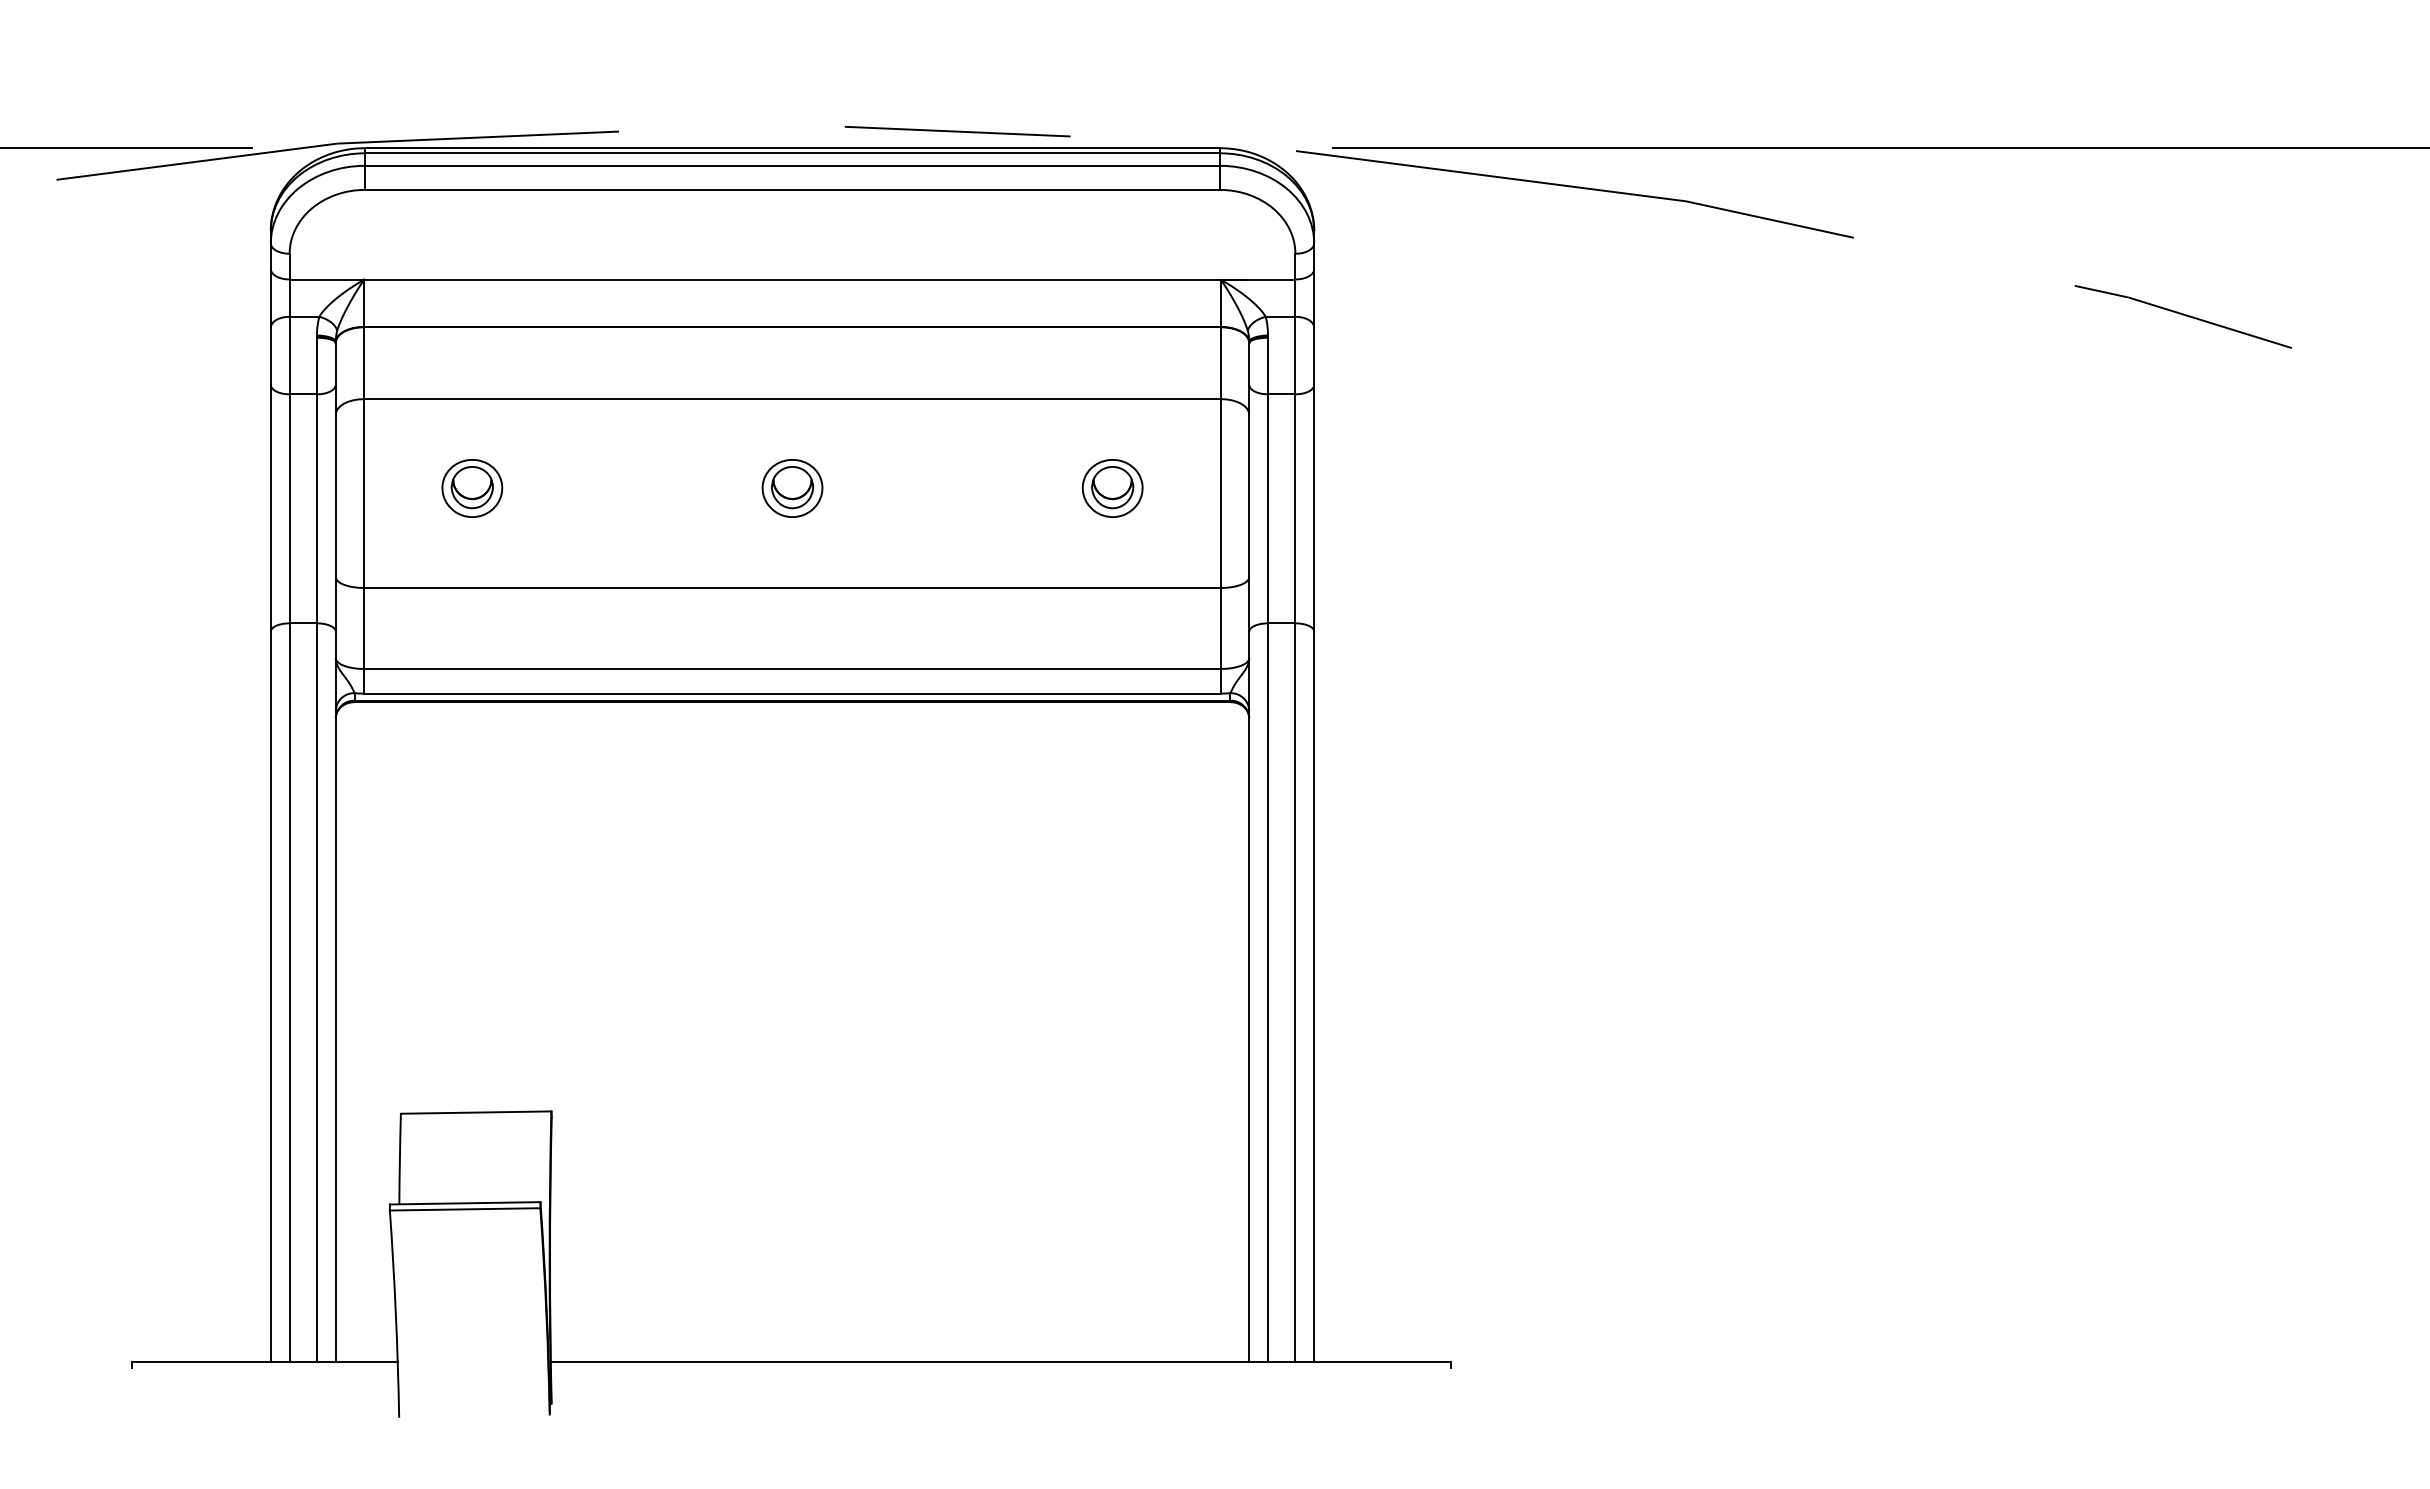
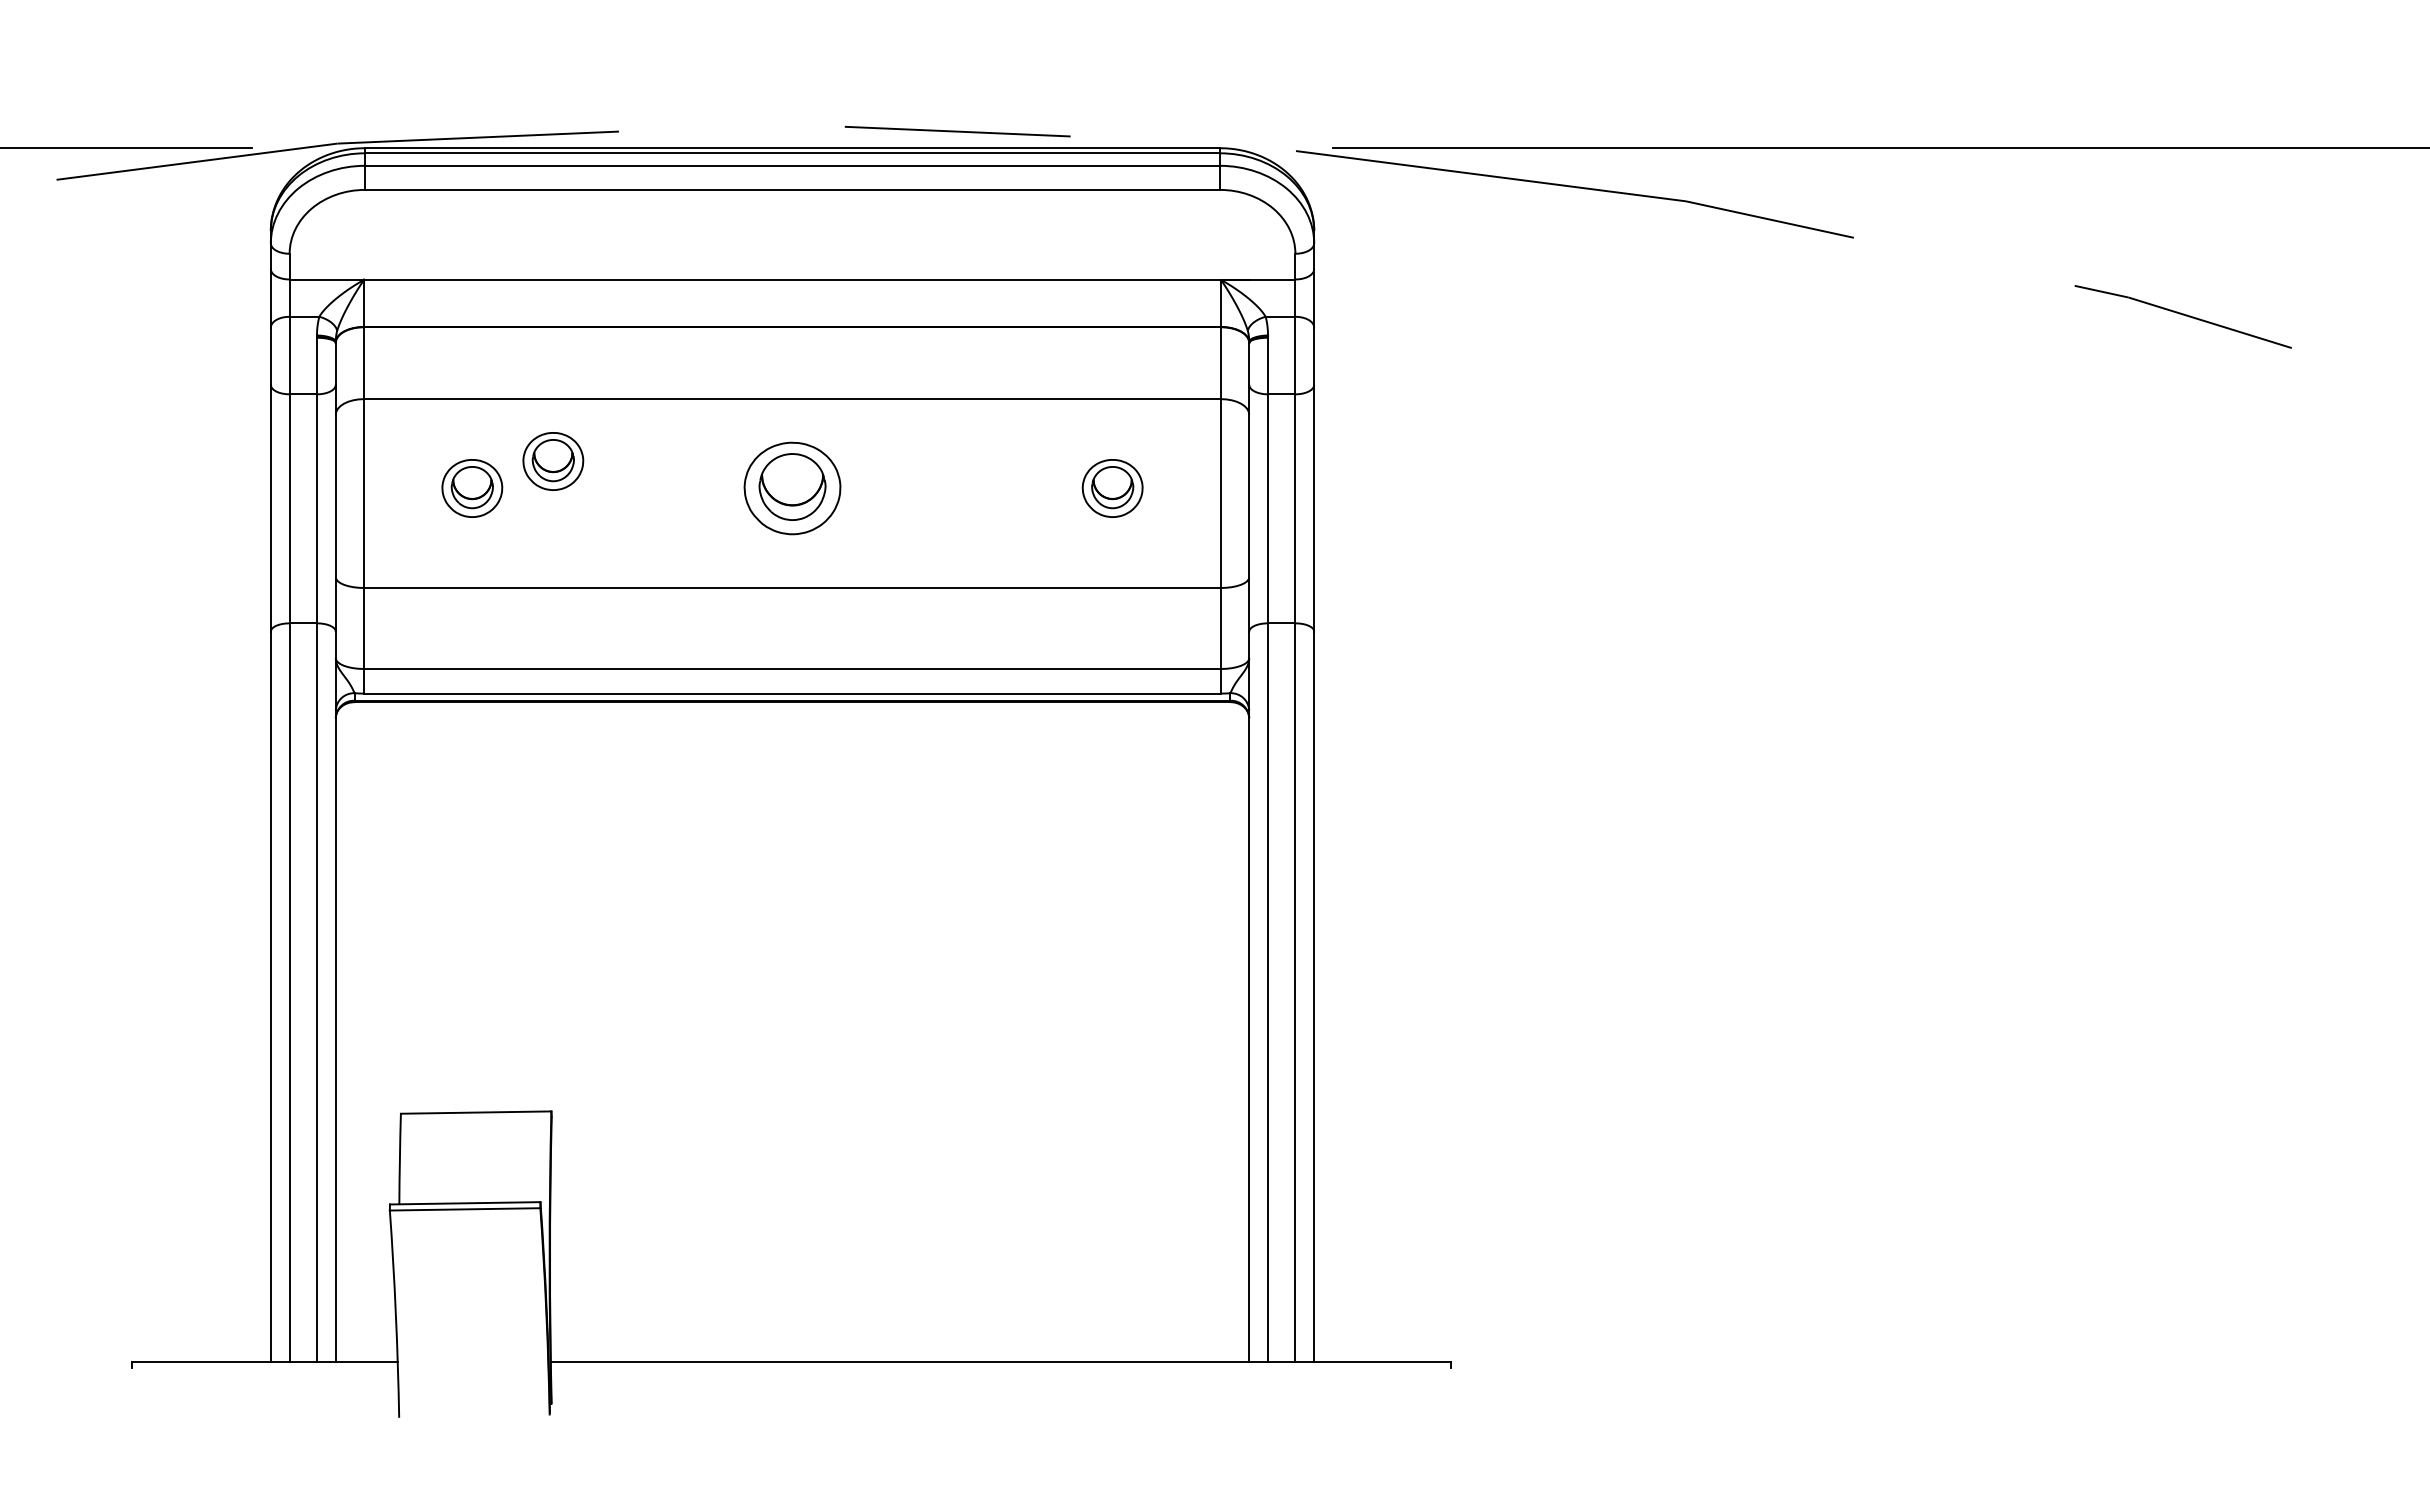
part at (553, 461): none -> present
part at (792, 488) size: 63x59 px -> 99x95 px
